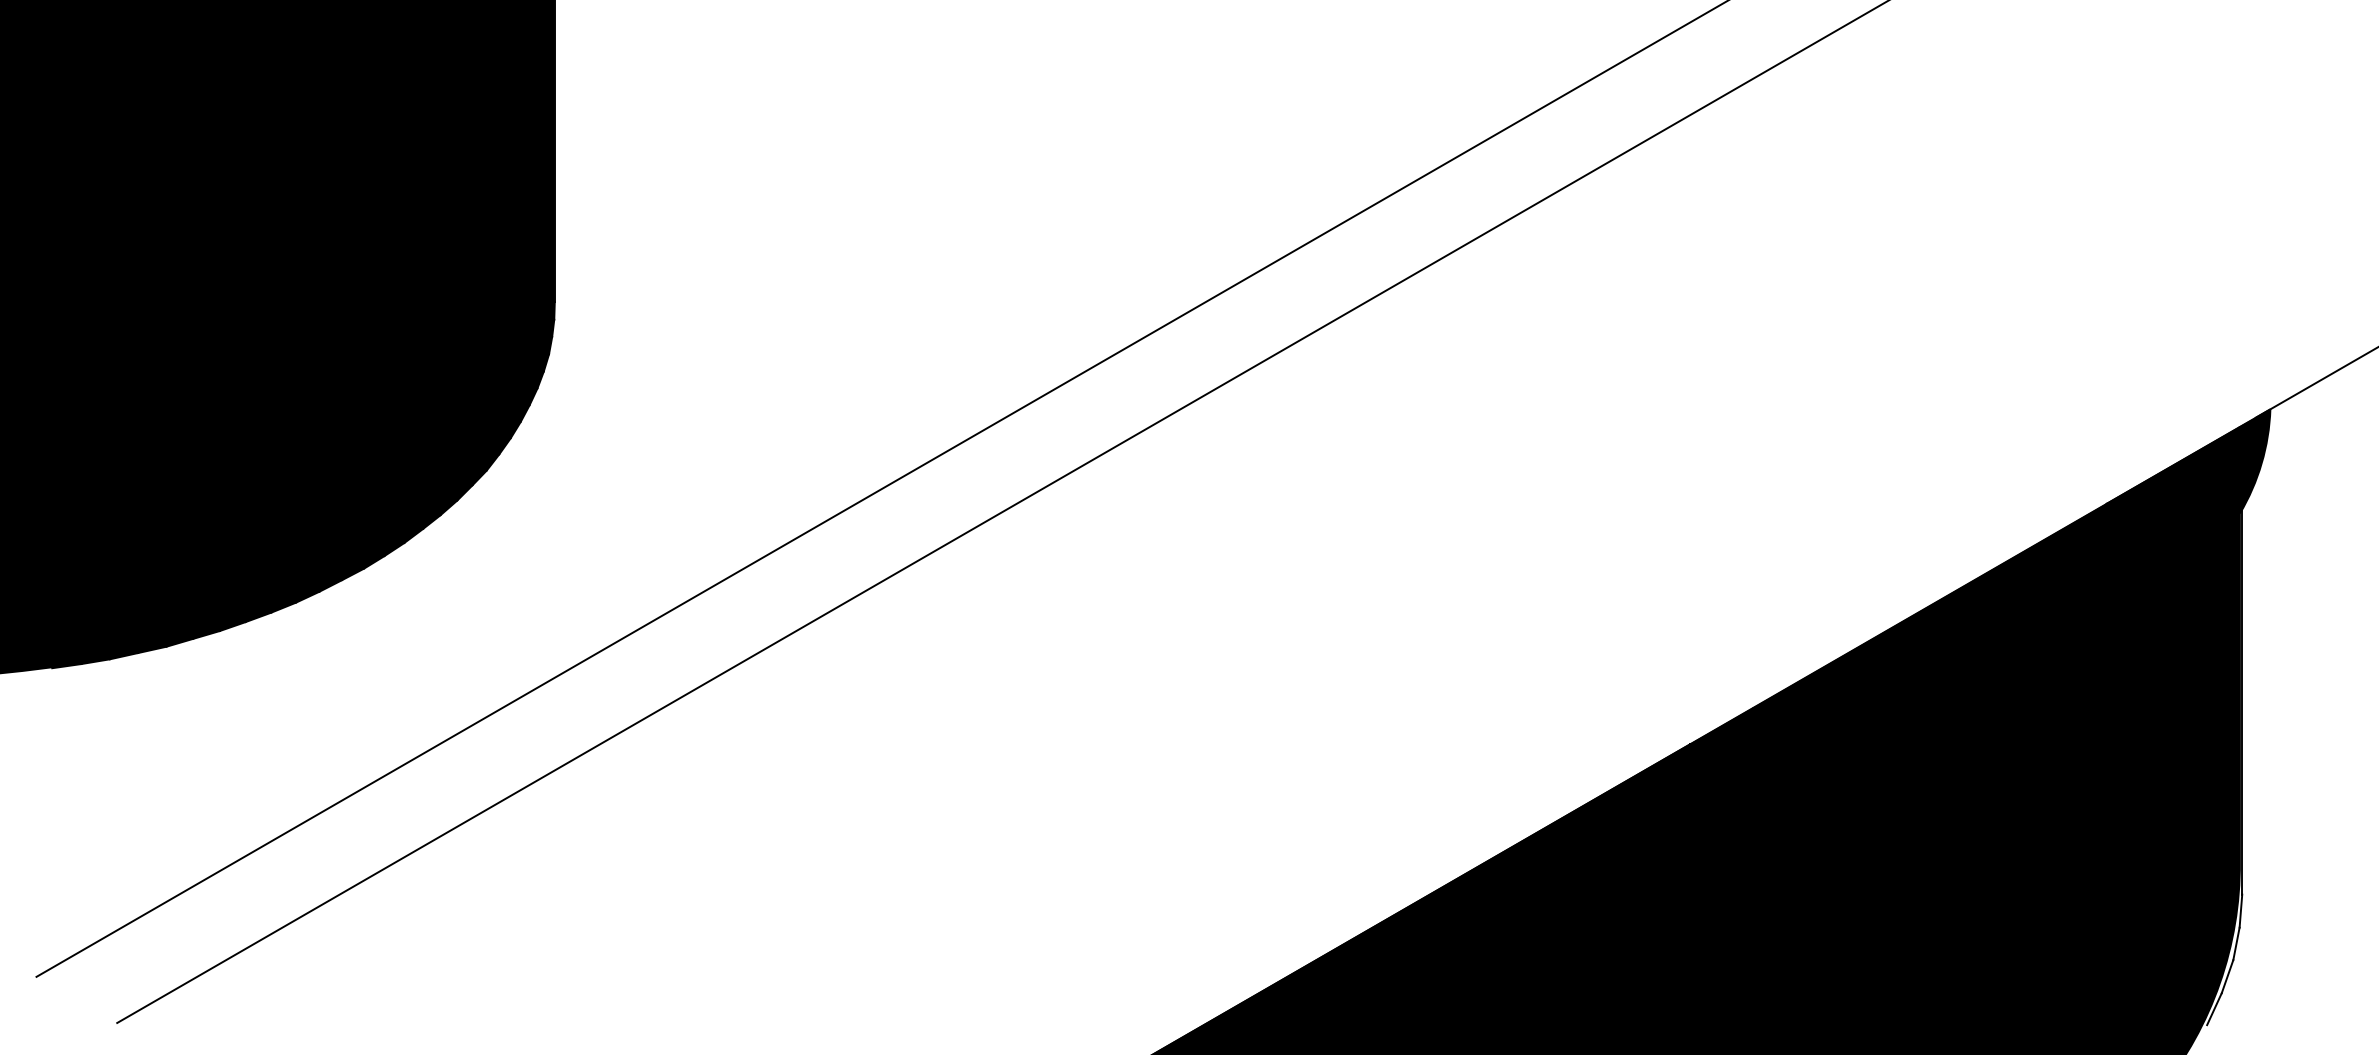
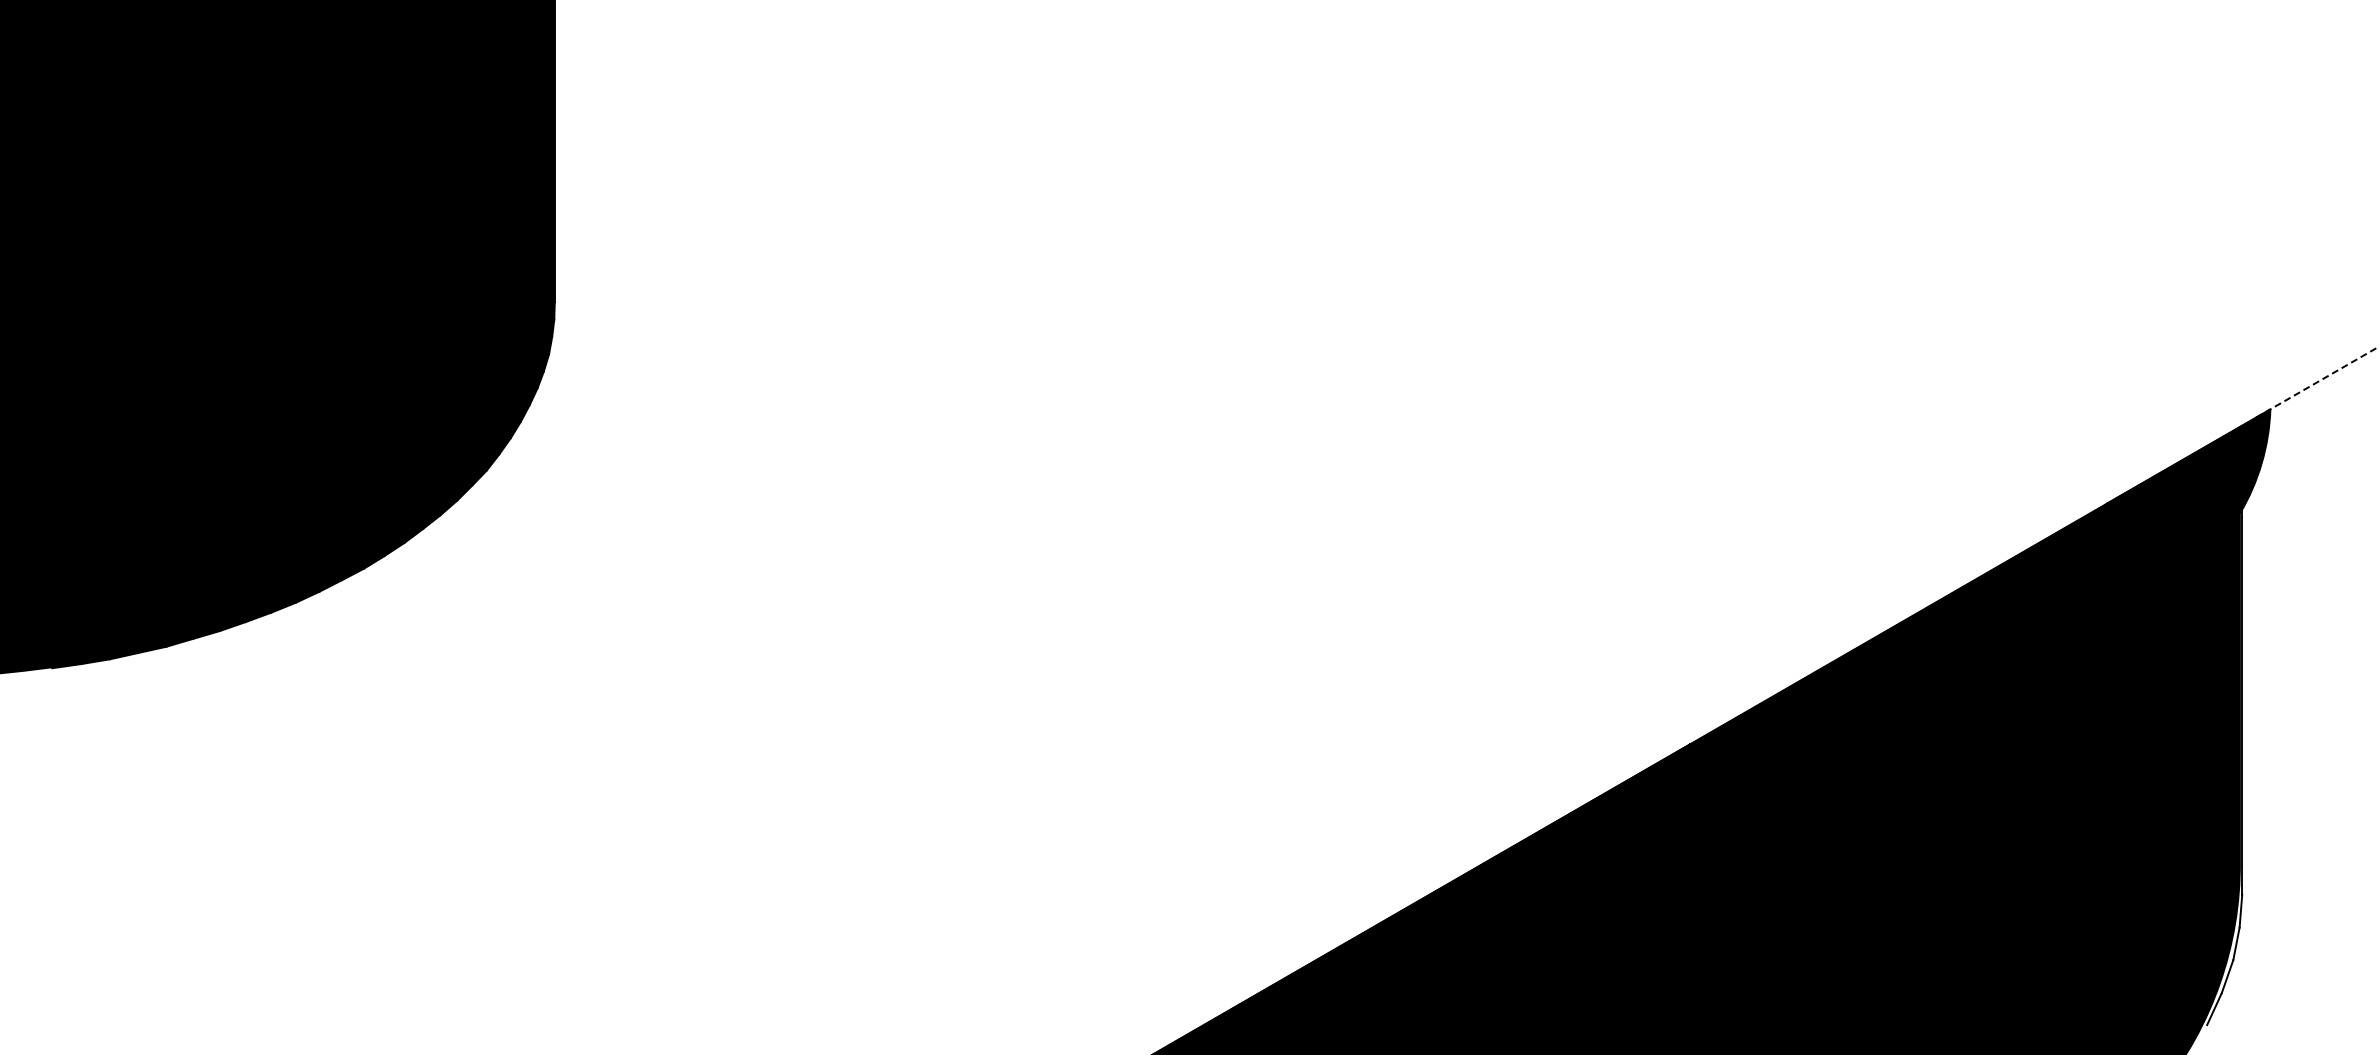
line at (2317, 382): solid -> dashed
line at (880, 489): present -> none
line at (1001, 512): present -> none
